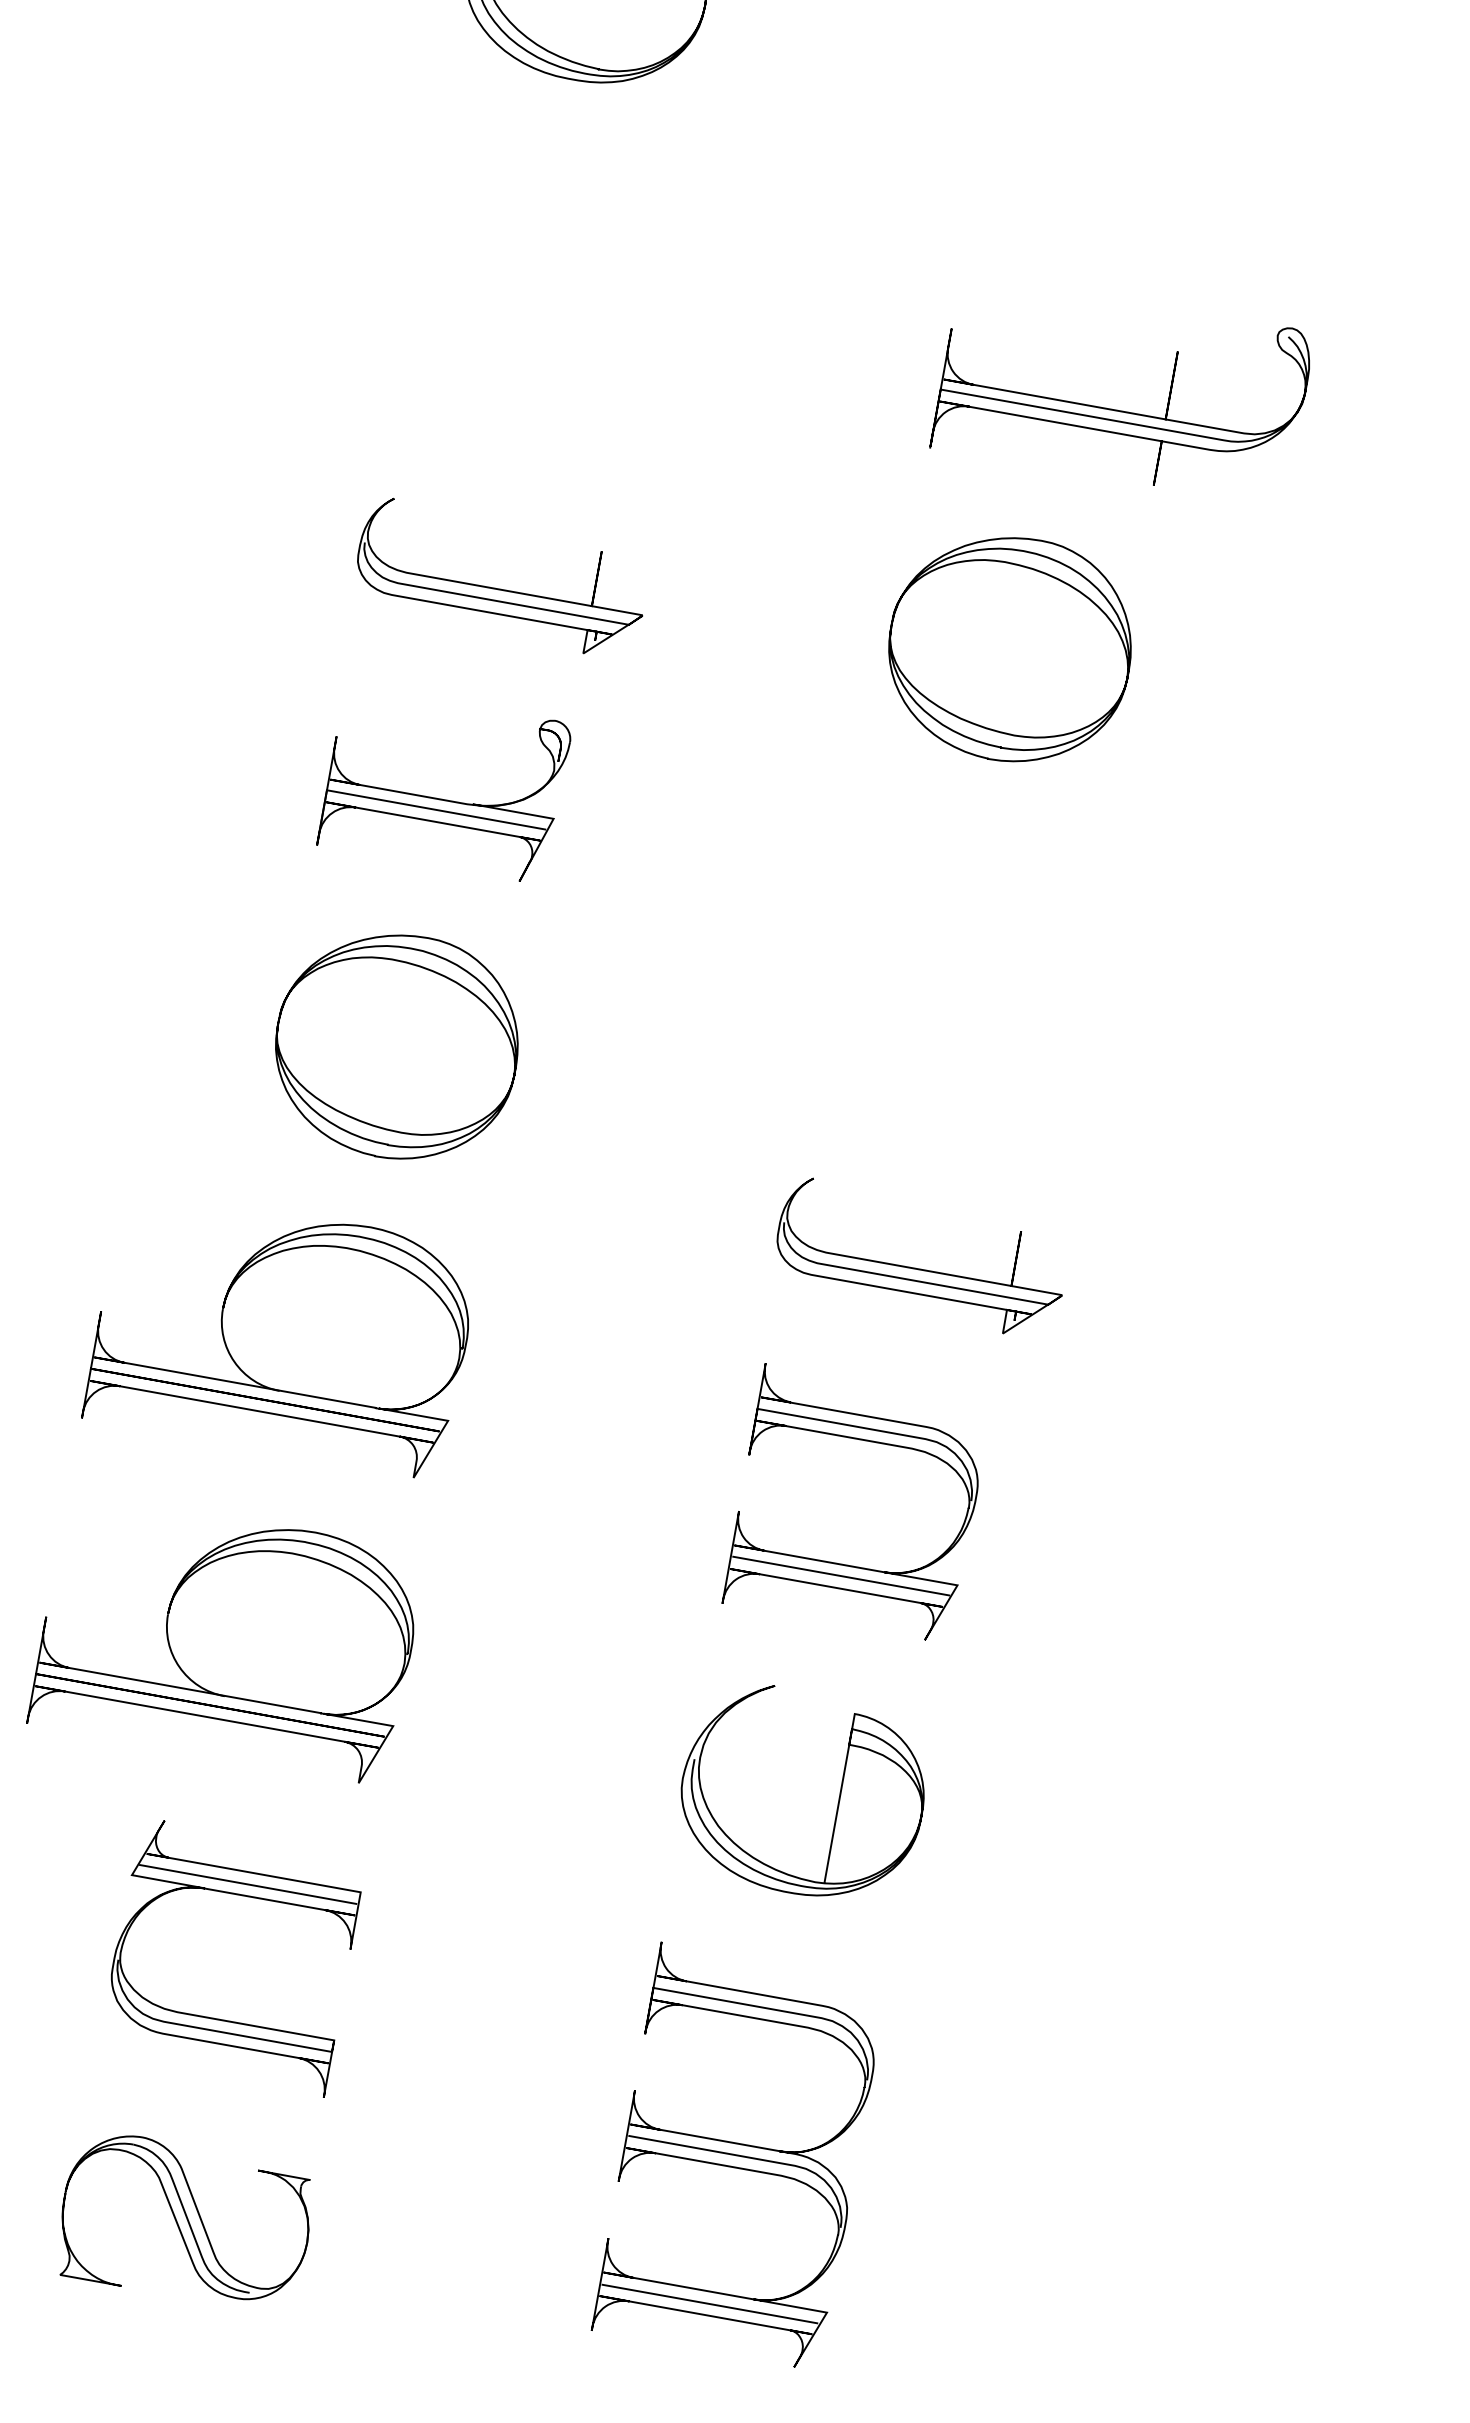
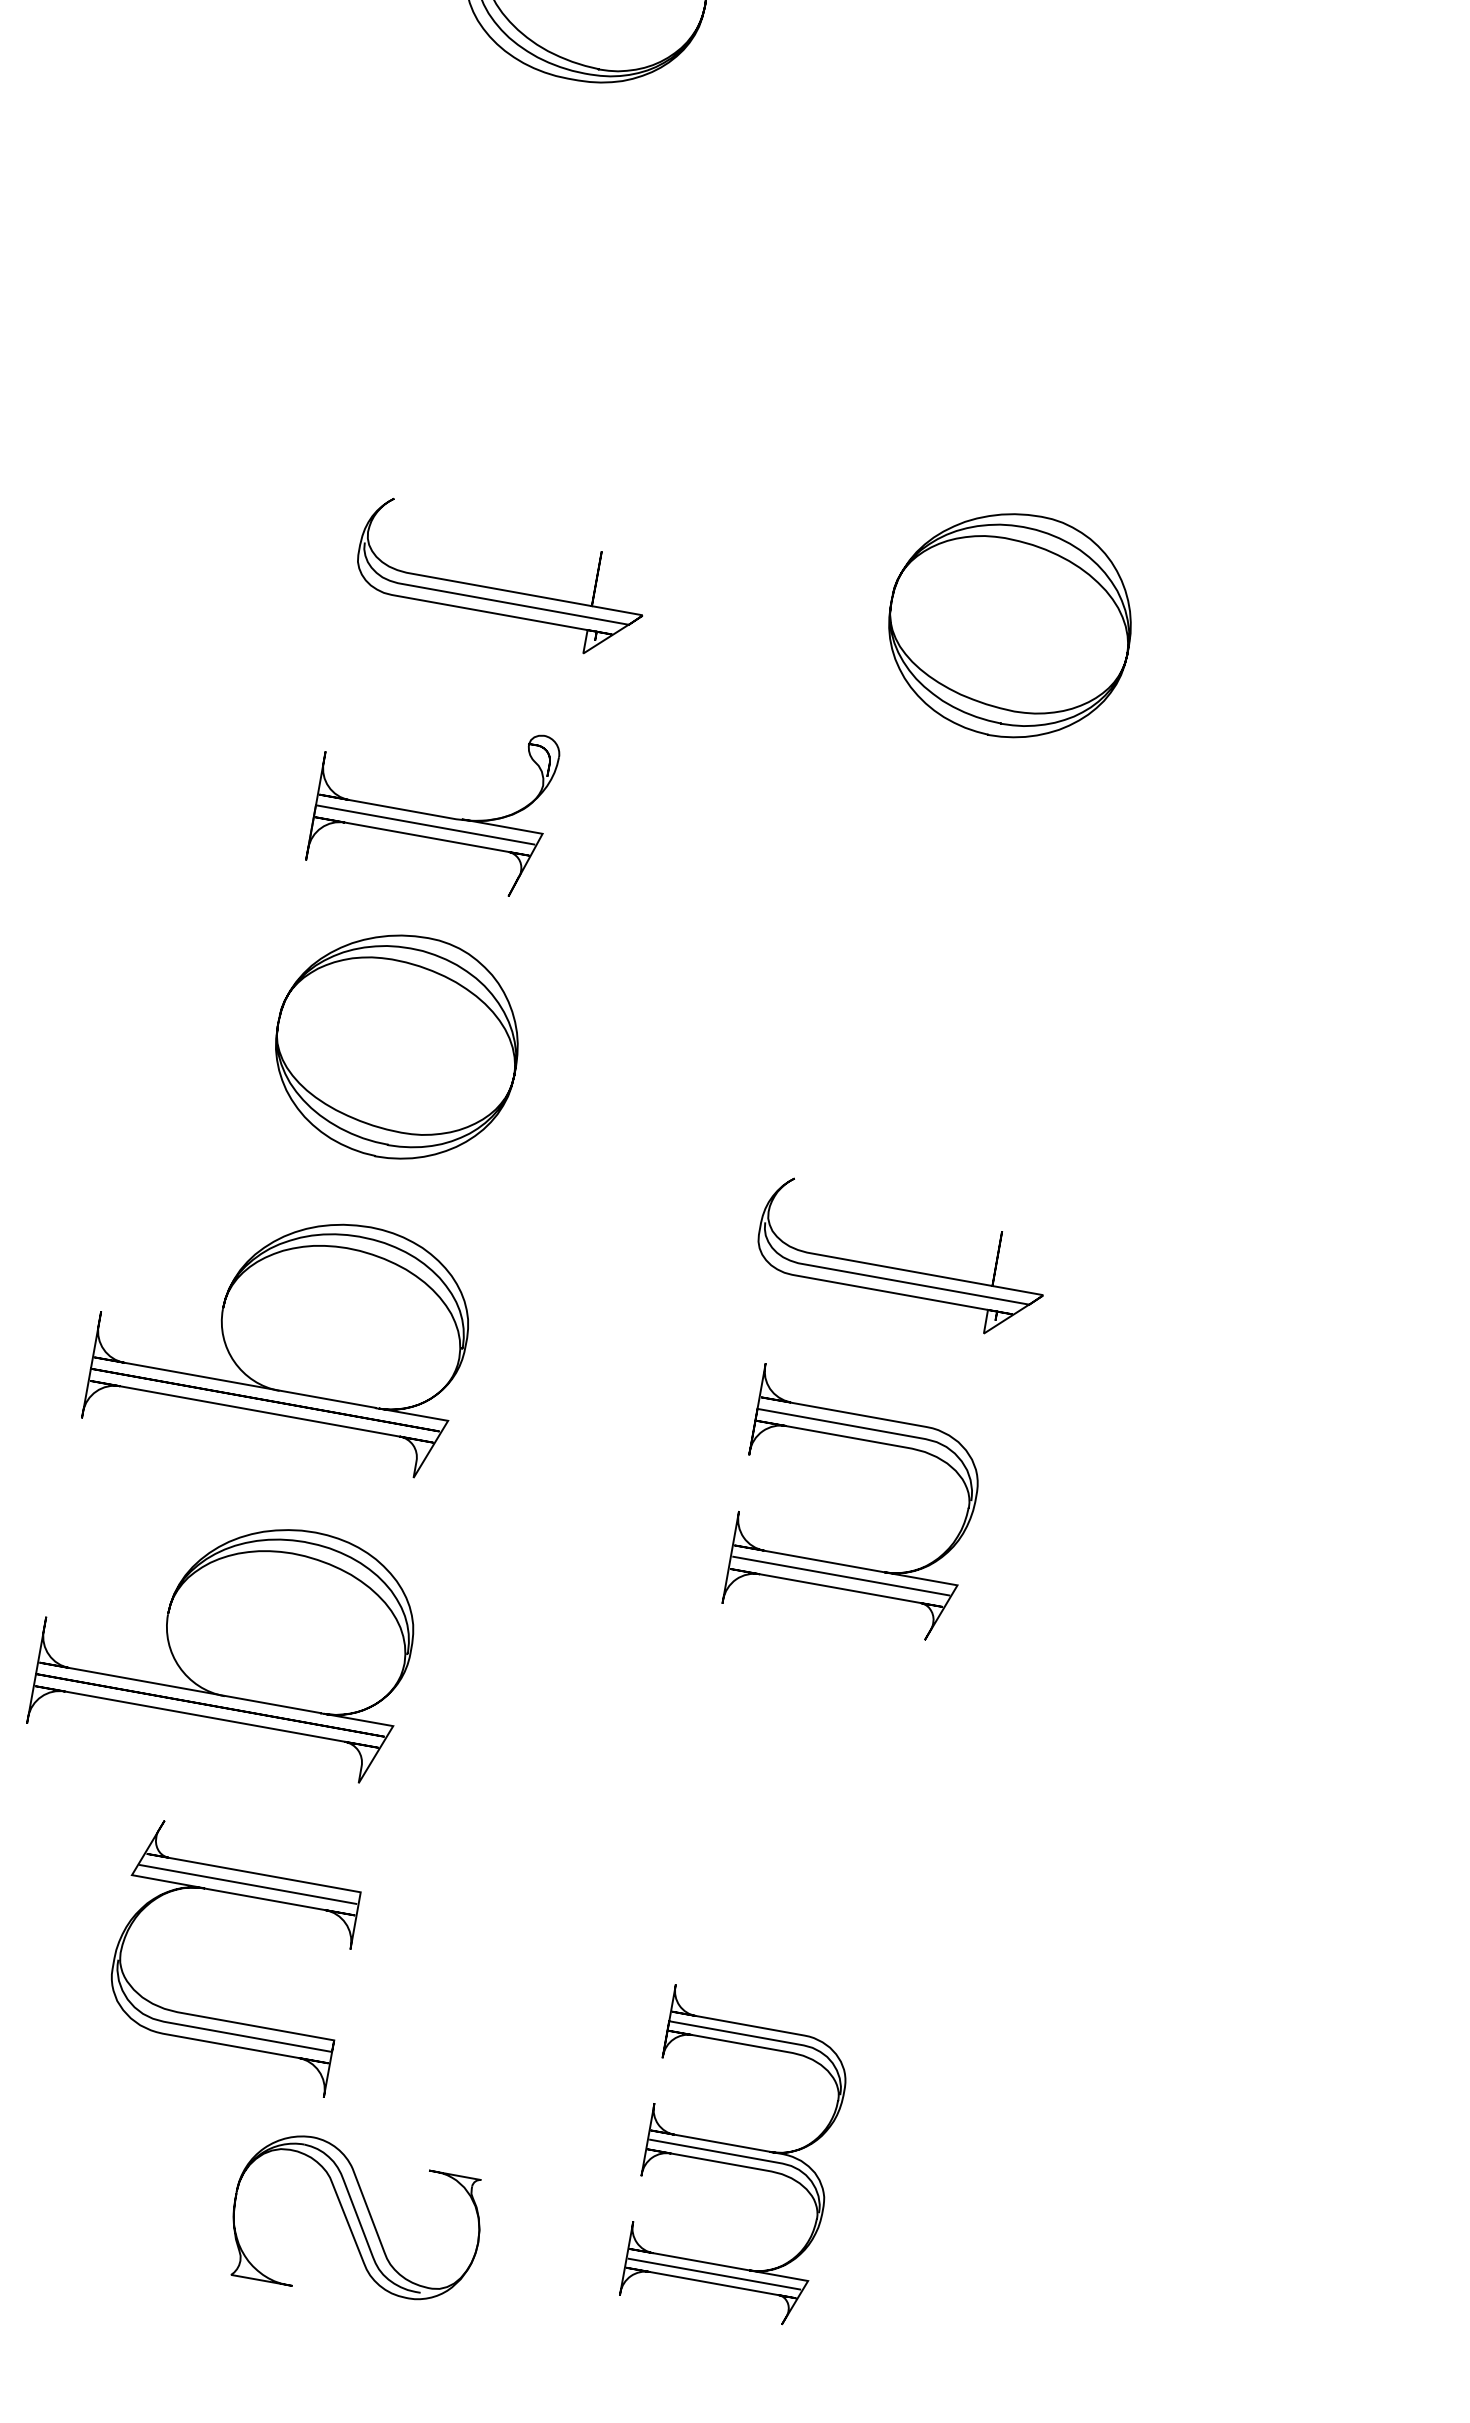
curve at (1117, 409): present -> none
curve at (979, 724) position: (979, 724) -> (979, 700)
part at (443, 800) position: (443, 800) -> (432, 815)
curve at (915, 1267) position: (915, 1267) -> (896, 1267)
curve at (838, 1797): present -> none
part at (732, 2154) size: 285x427 px -> 228x342 px
part at (184, 2217) position: (184, 2217) -> (355, 2217)
